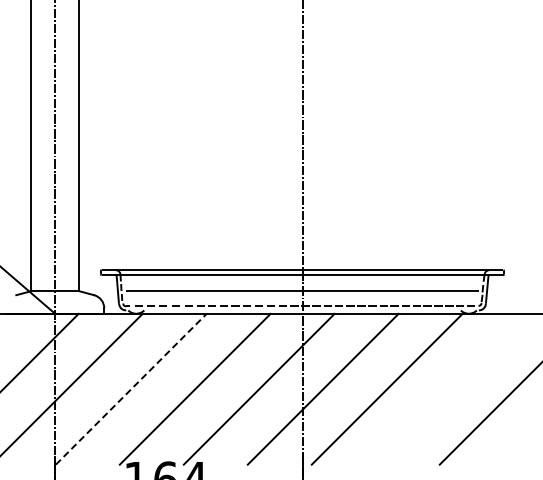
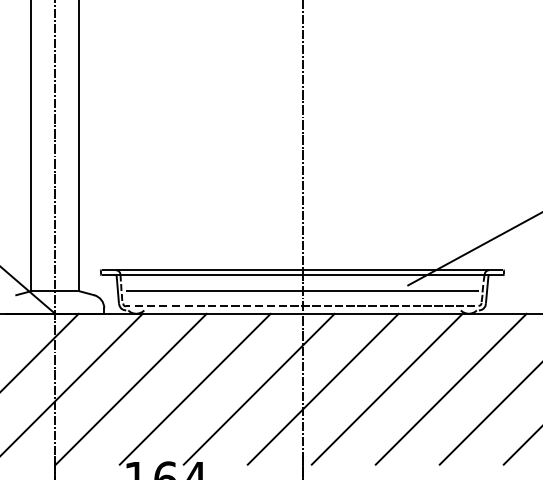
line at (473, 249): none -> present
line at (450, 388): none -> present
line at (131, 389): dashed -> solid
line at (521, 446): none -> present
